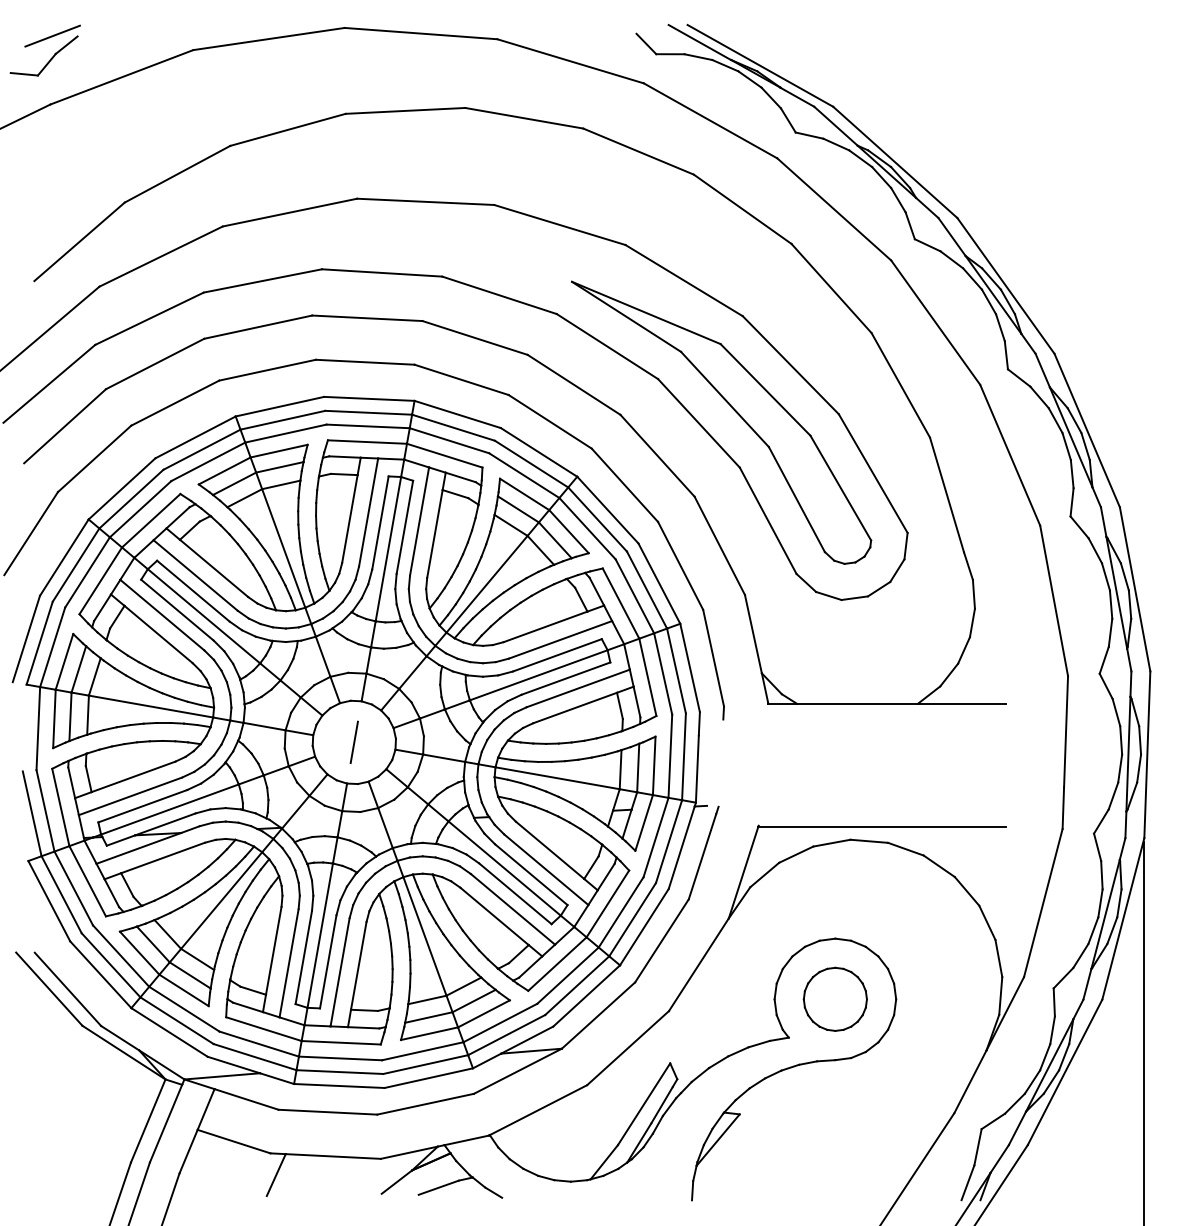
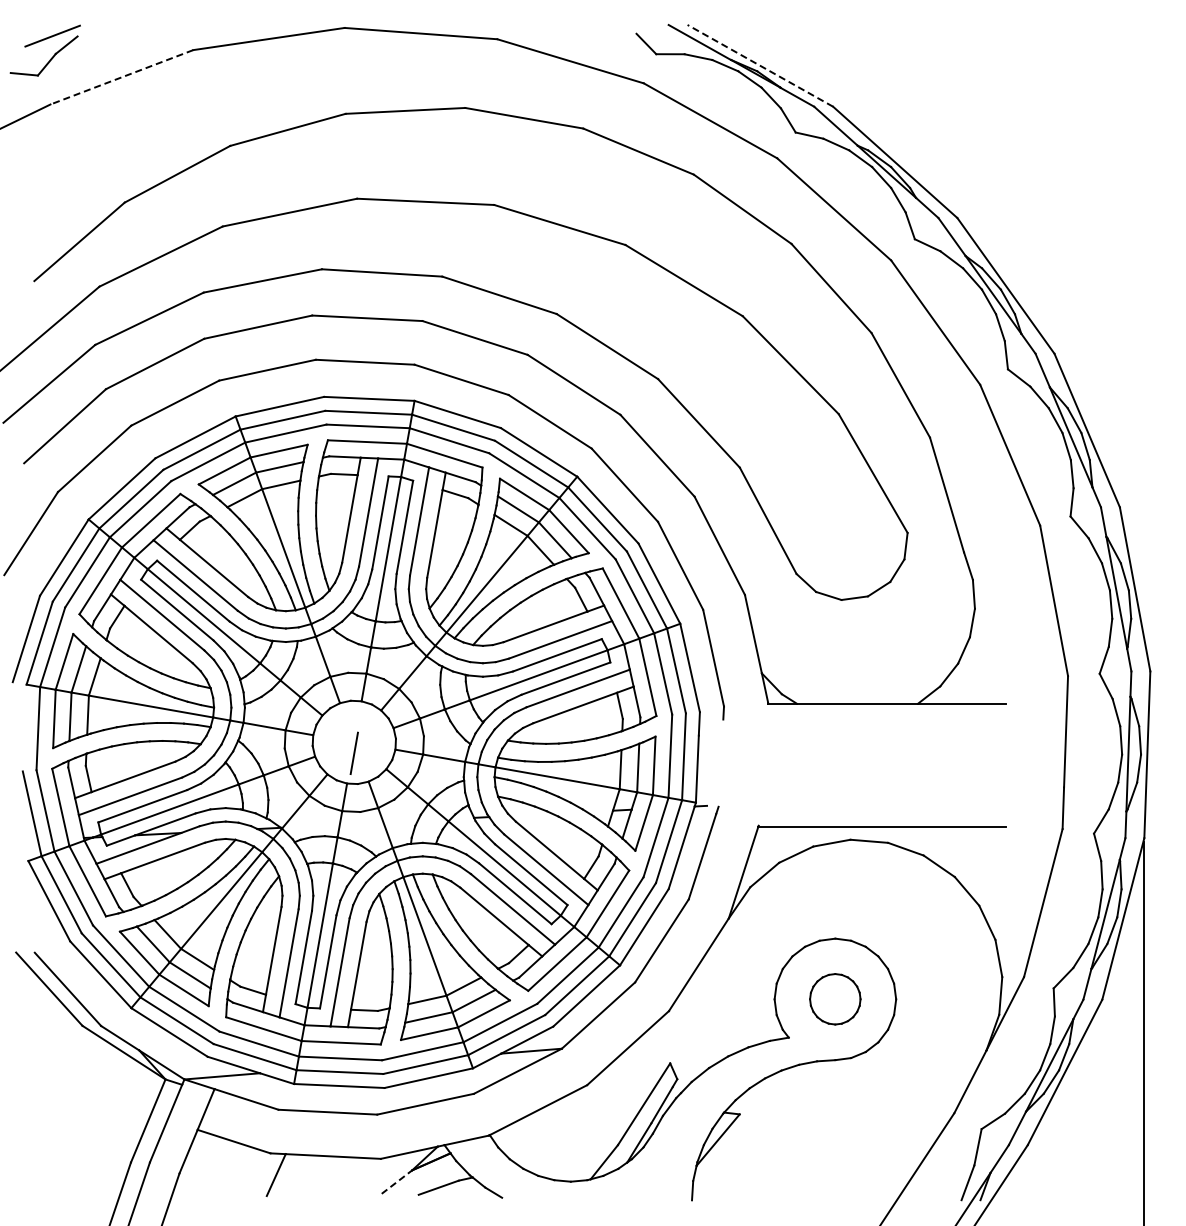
line at (759, 65): solid -> dashed
line at (121, 77): solid -> dashed
part at (733, 410): present -> none
line at (353, 741) position: (353, 741) -> (353, 752)
part at (834, 998) size: 66x66 px -> 53x53 px
line at (397, 1181): solid -> dashed
